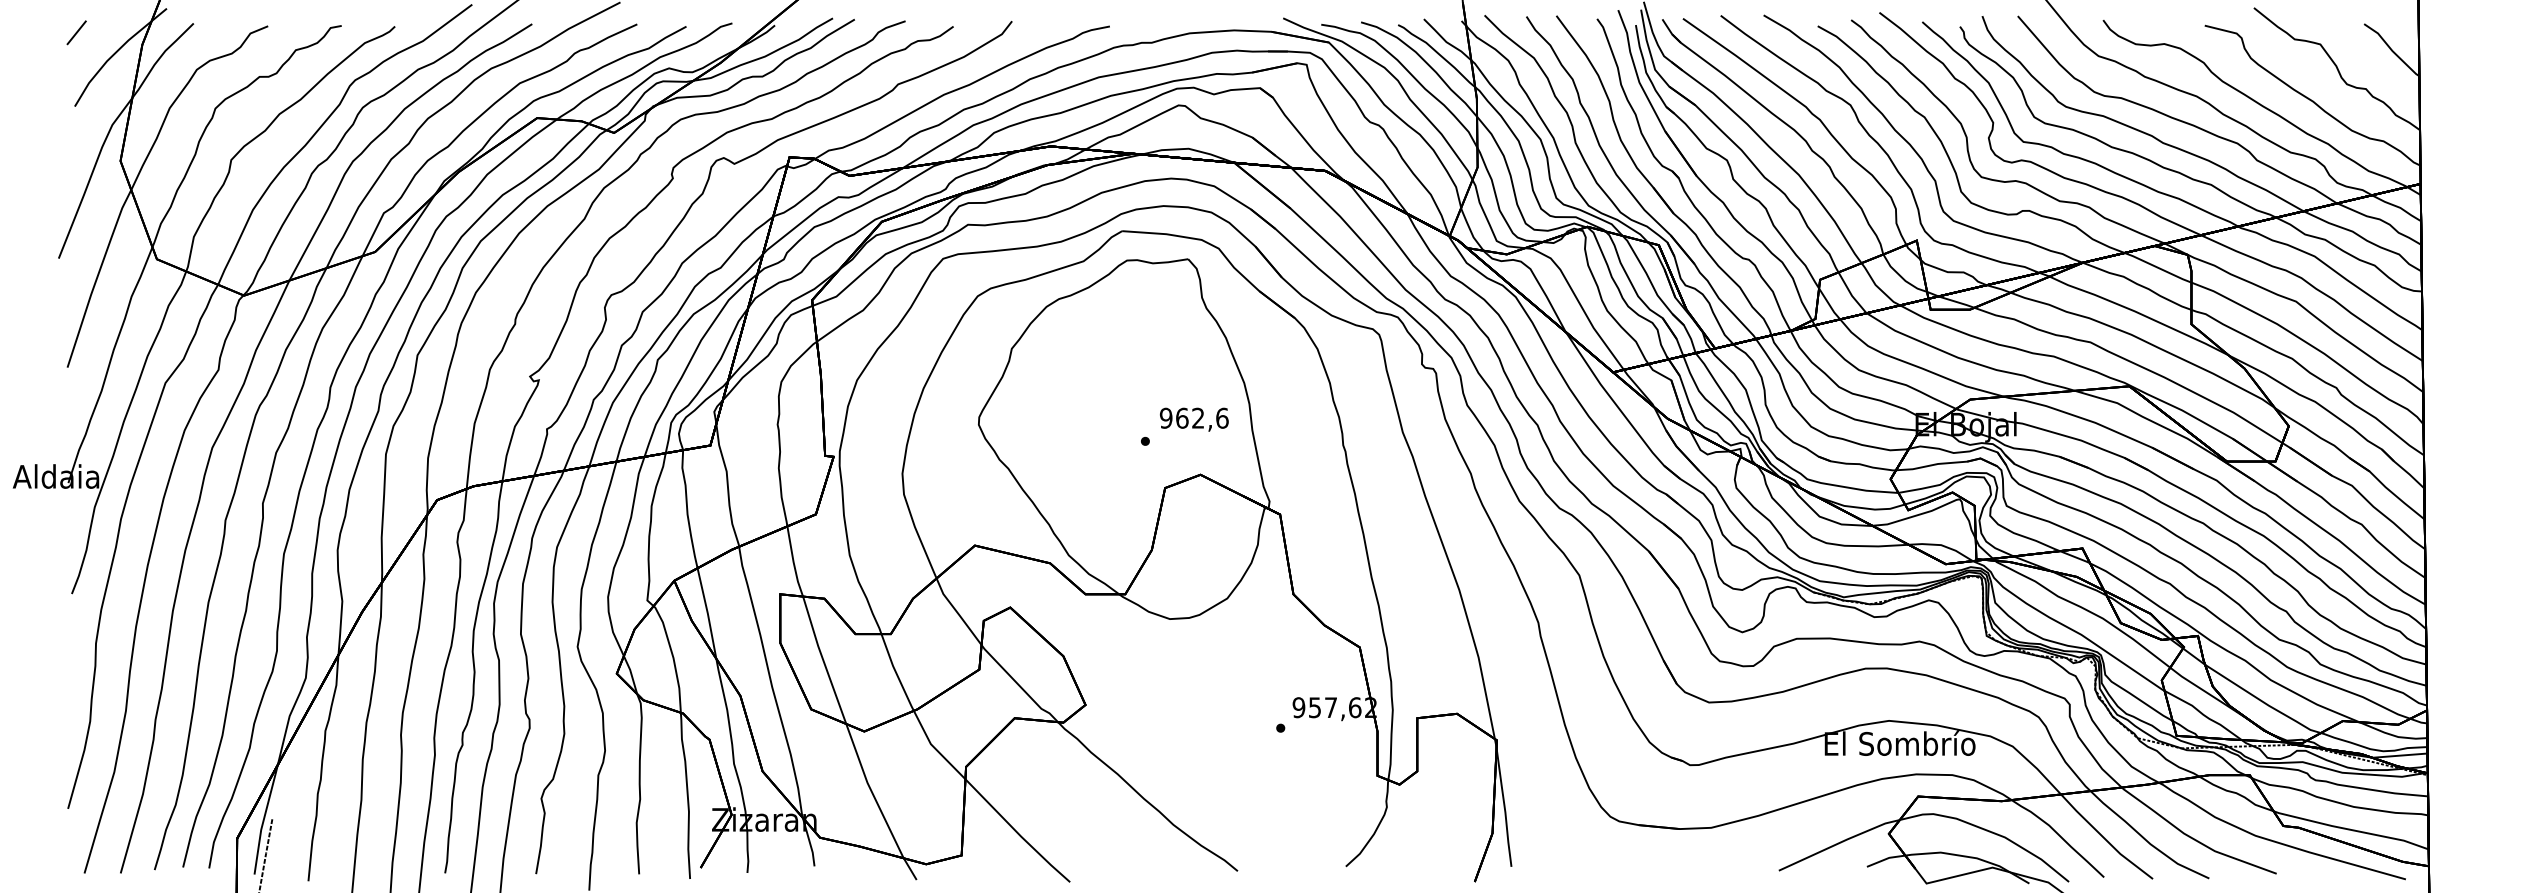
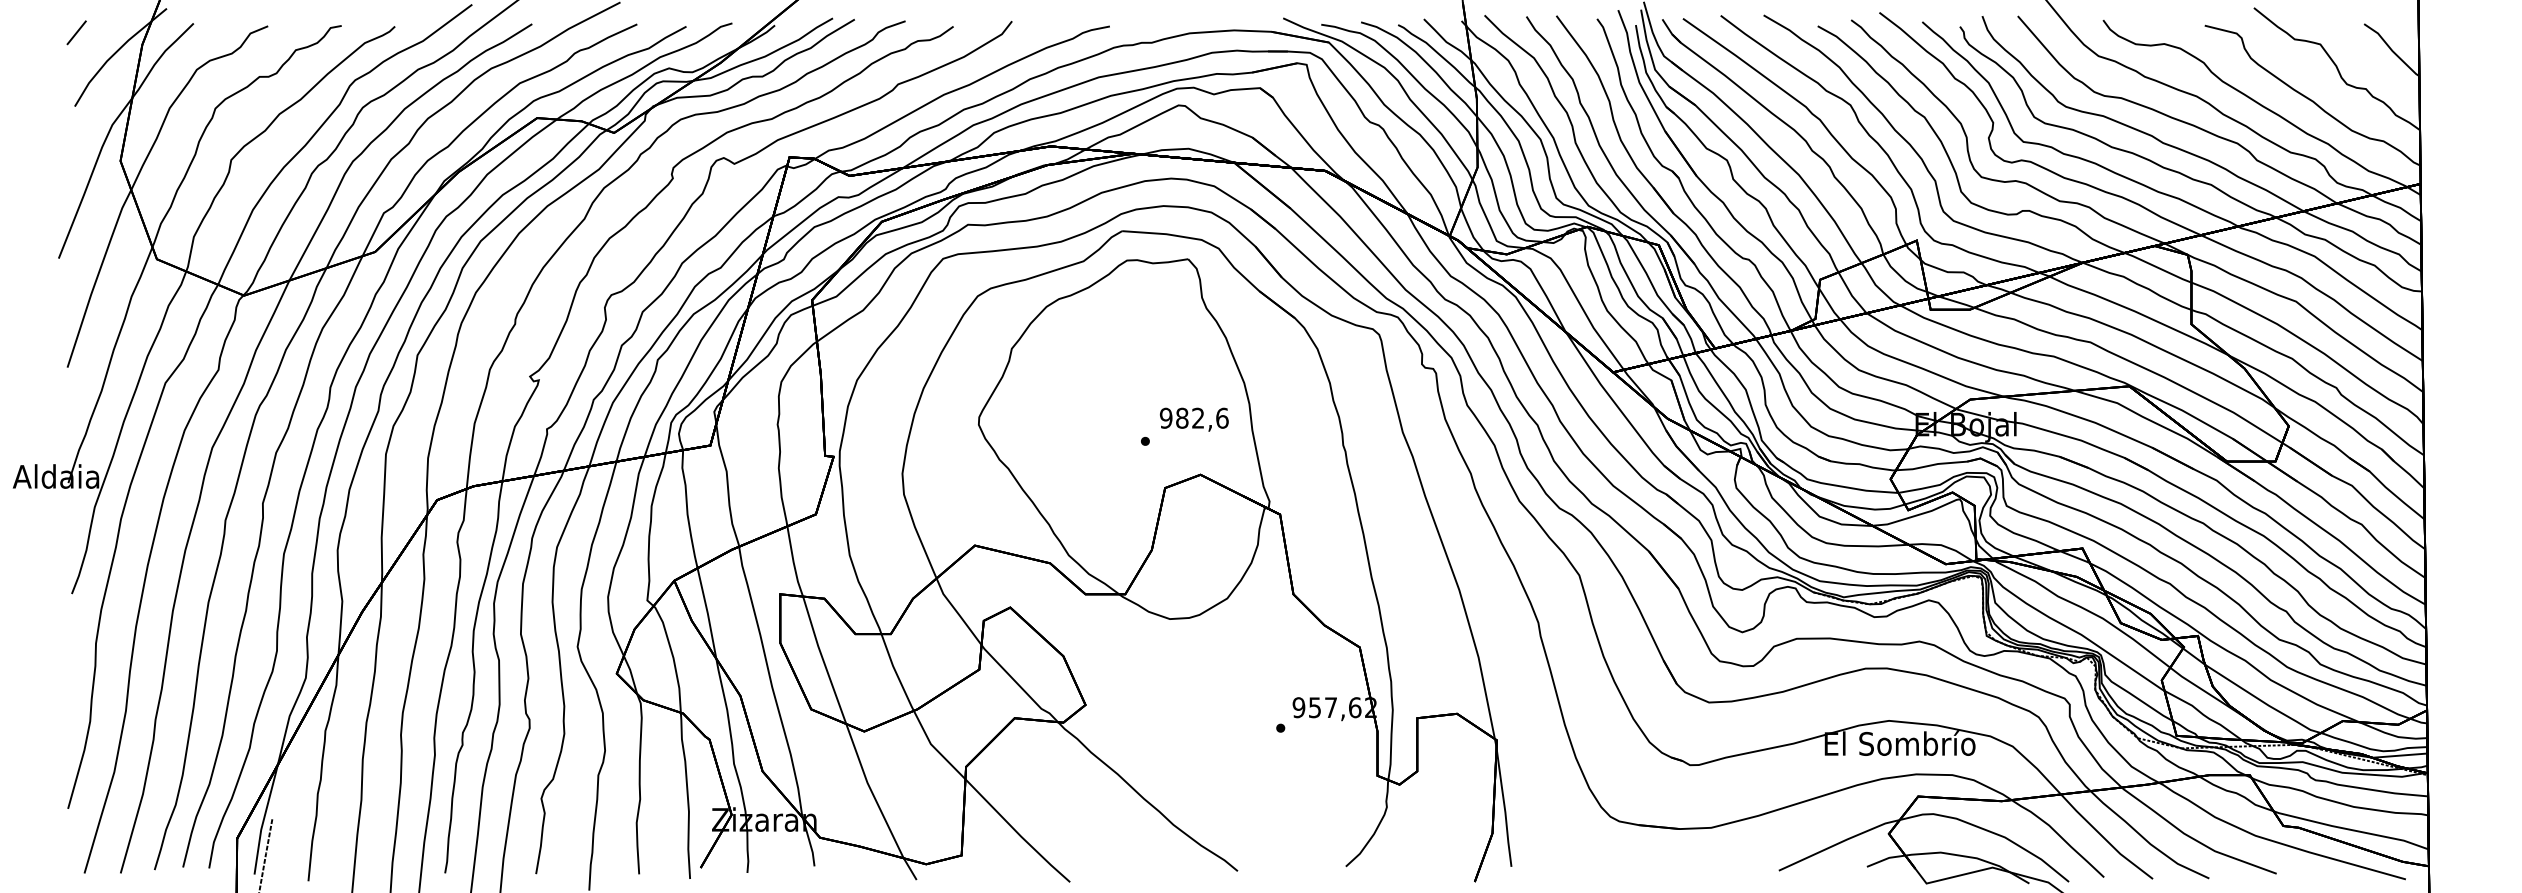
text at (1182, 417): 962,6 -> 982,6
